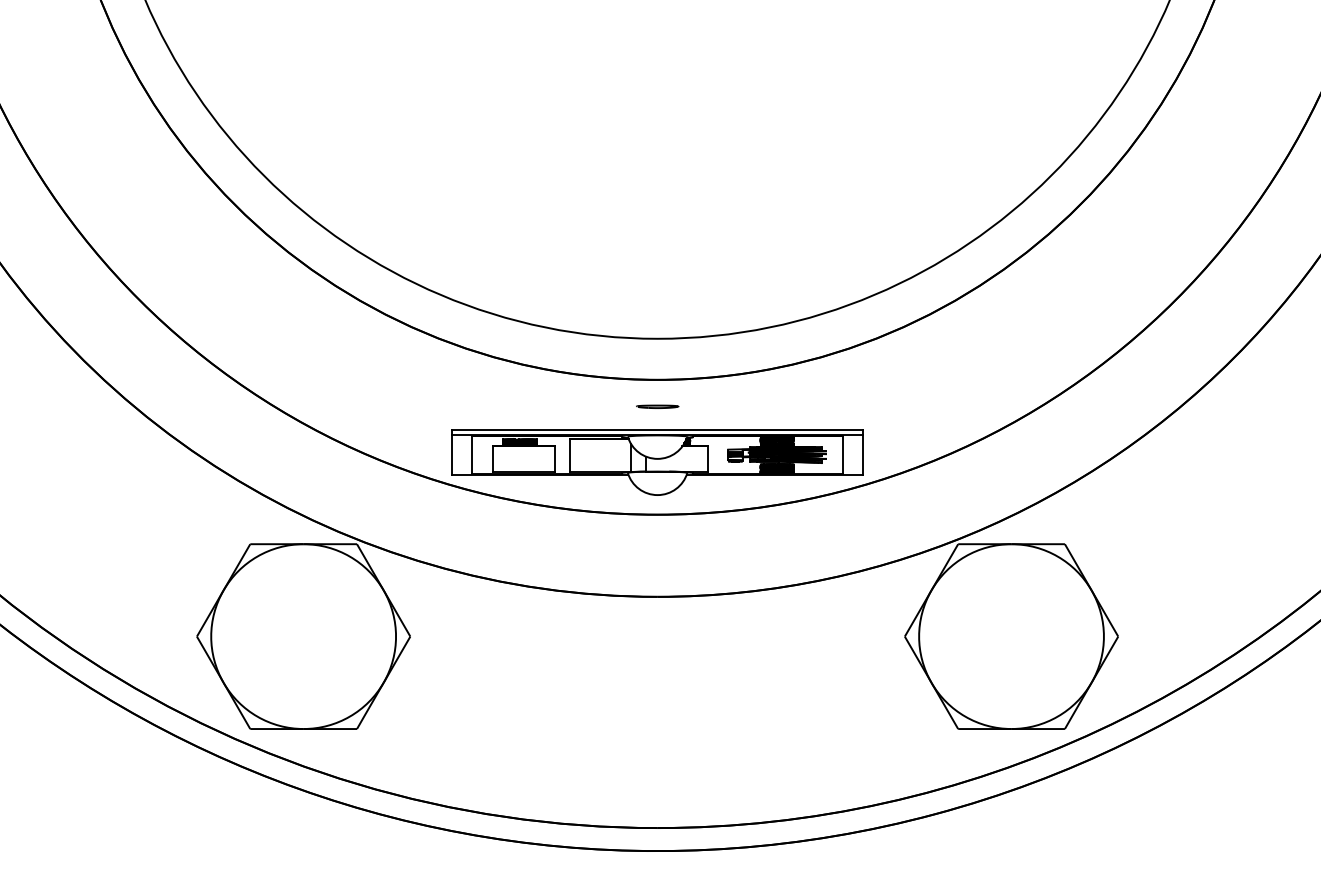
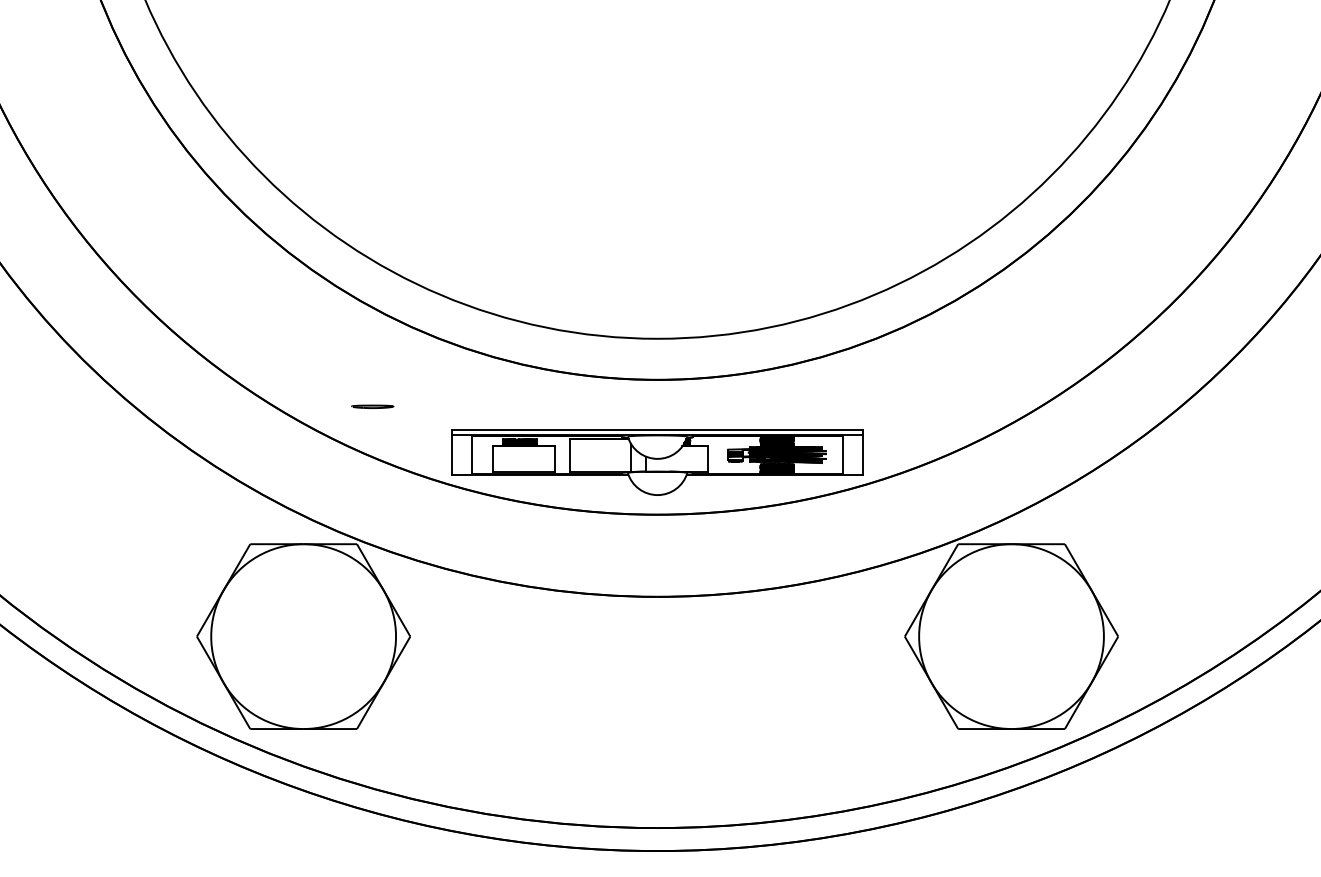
line at (657, 406) position: (657, 406) -> (372, 406)
